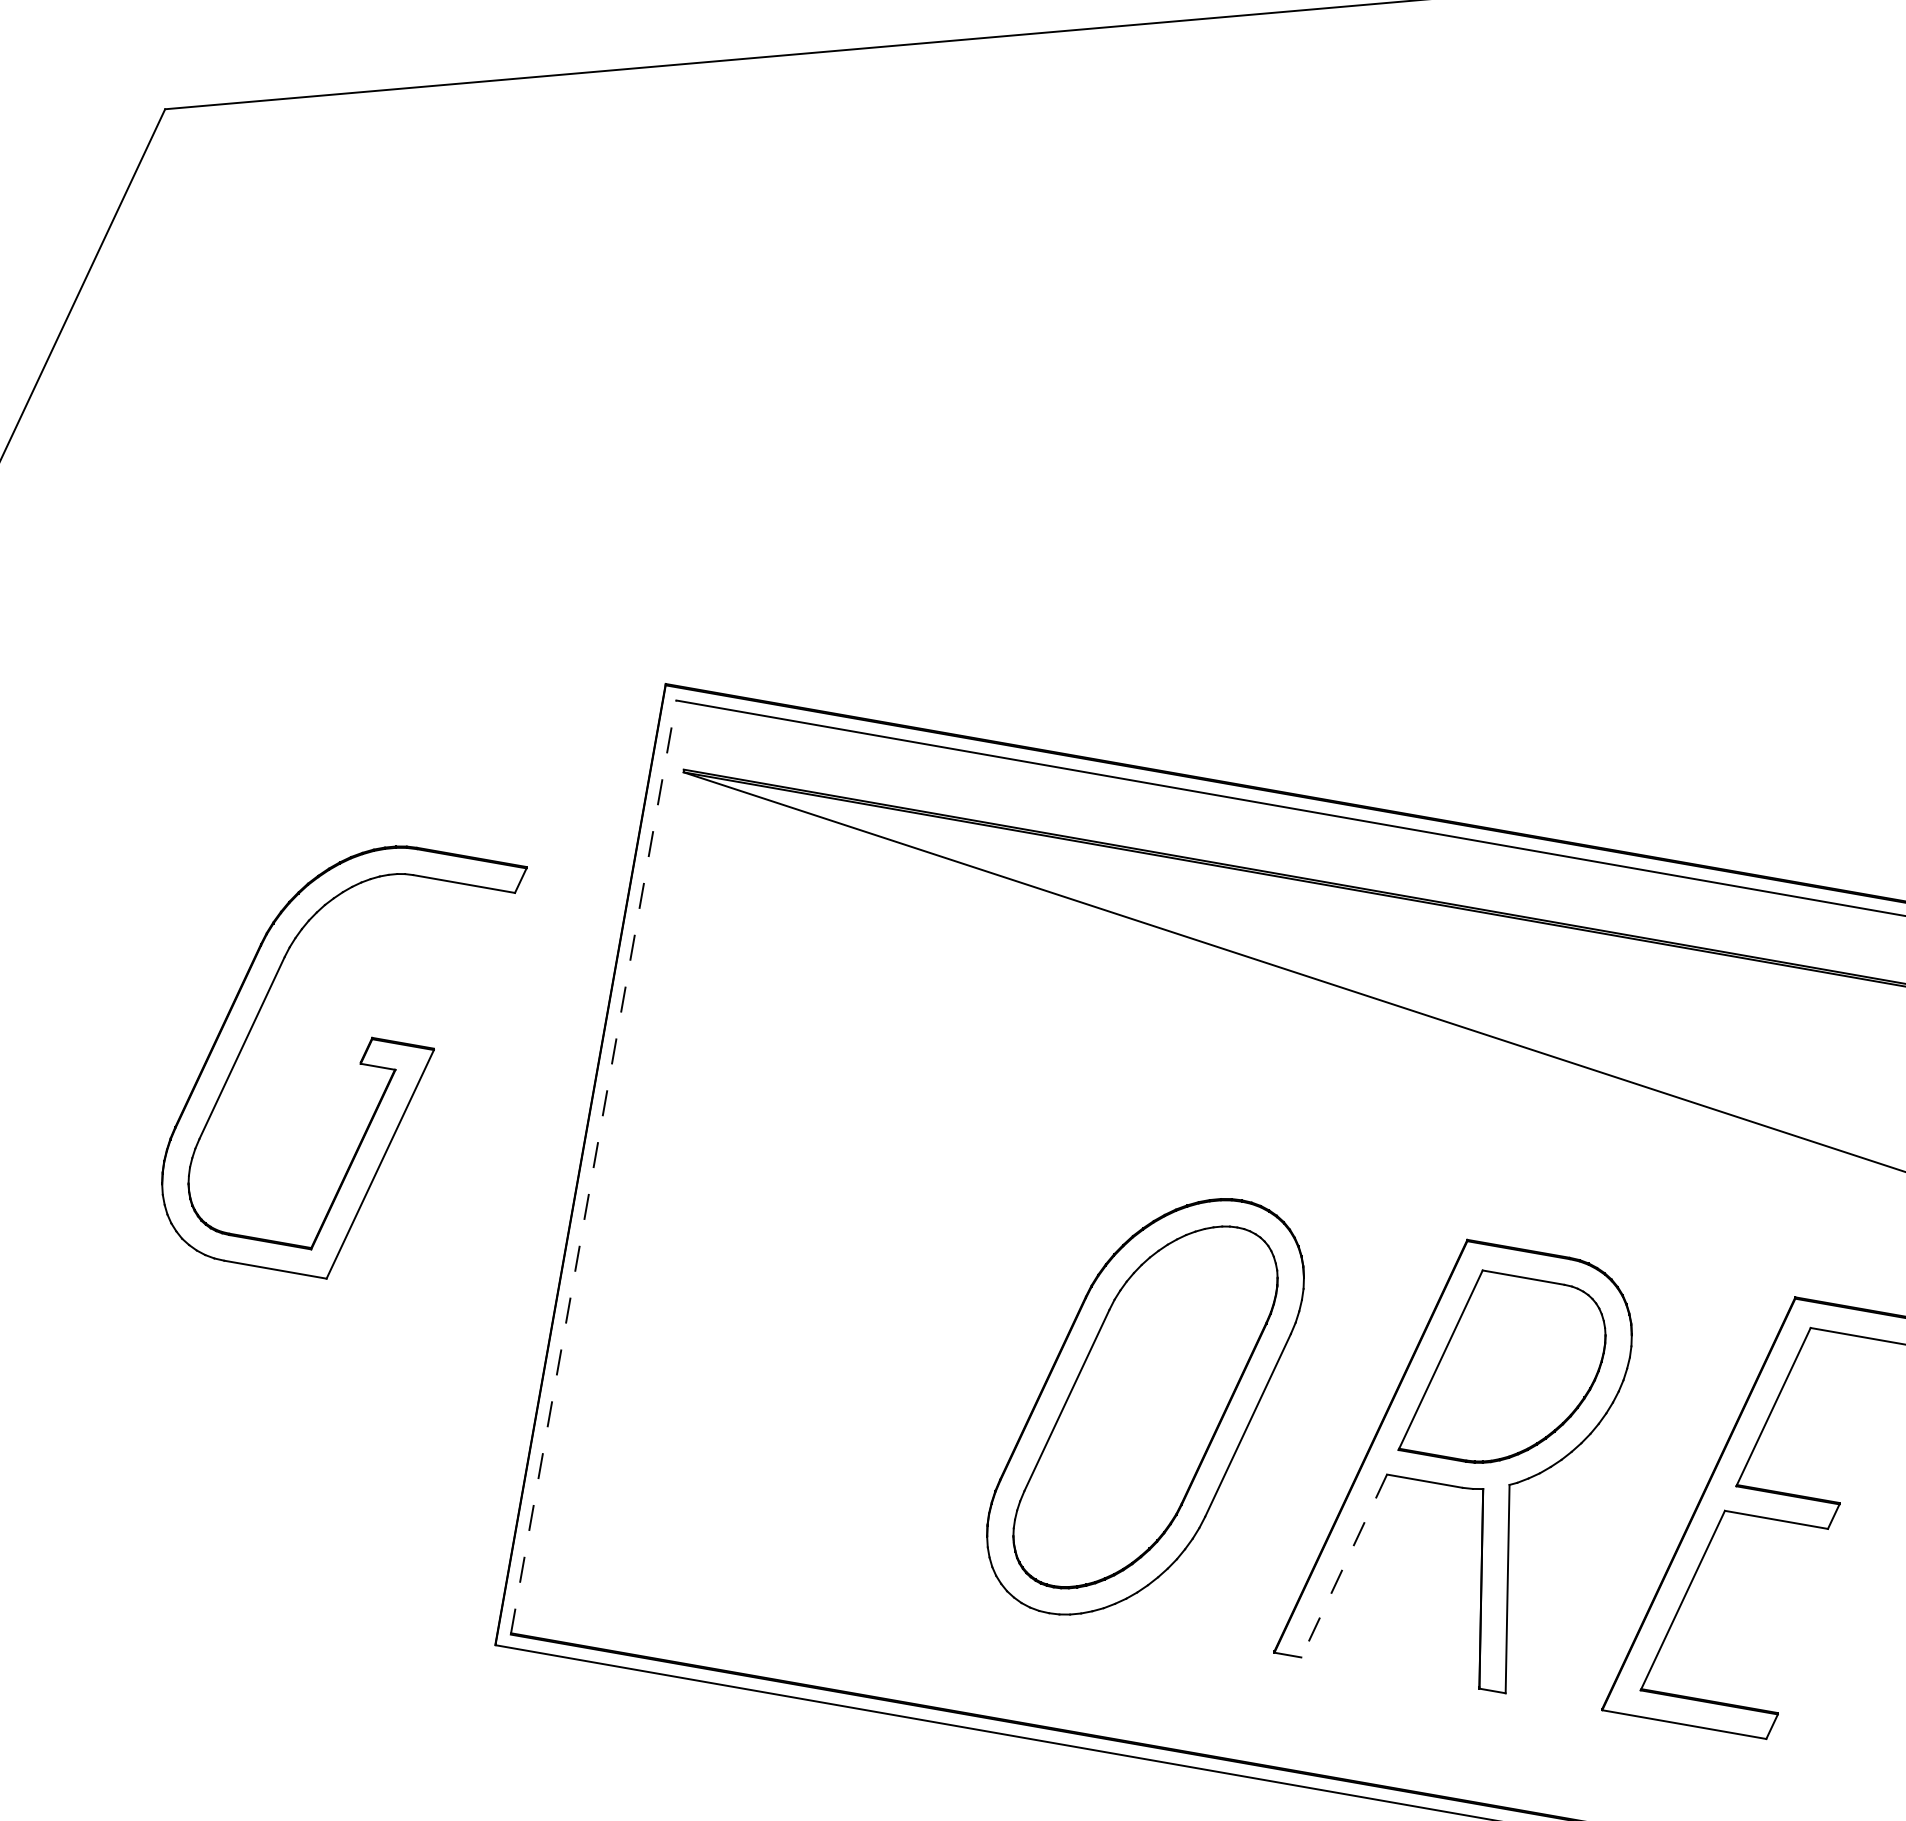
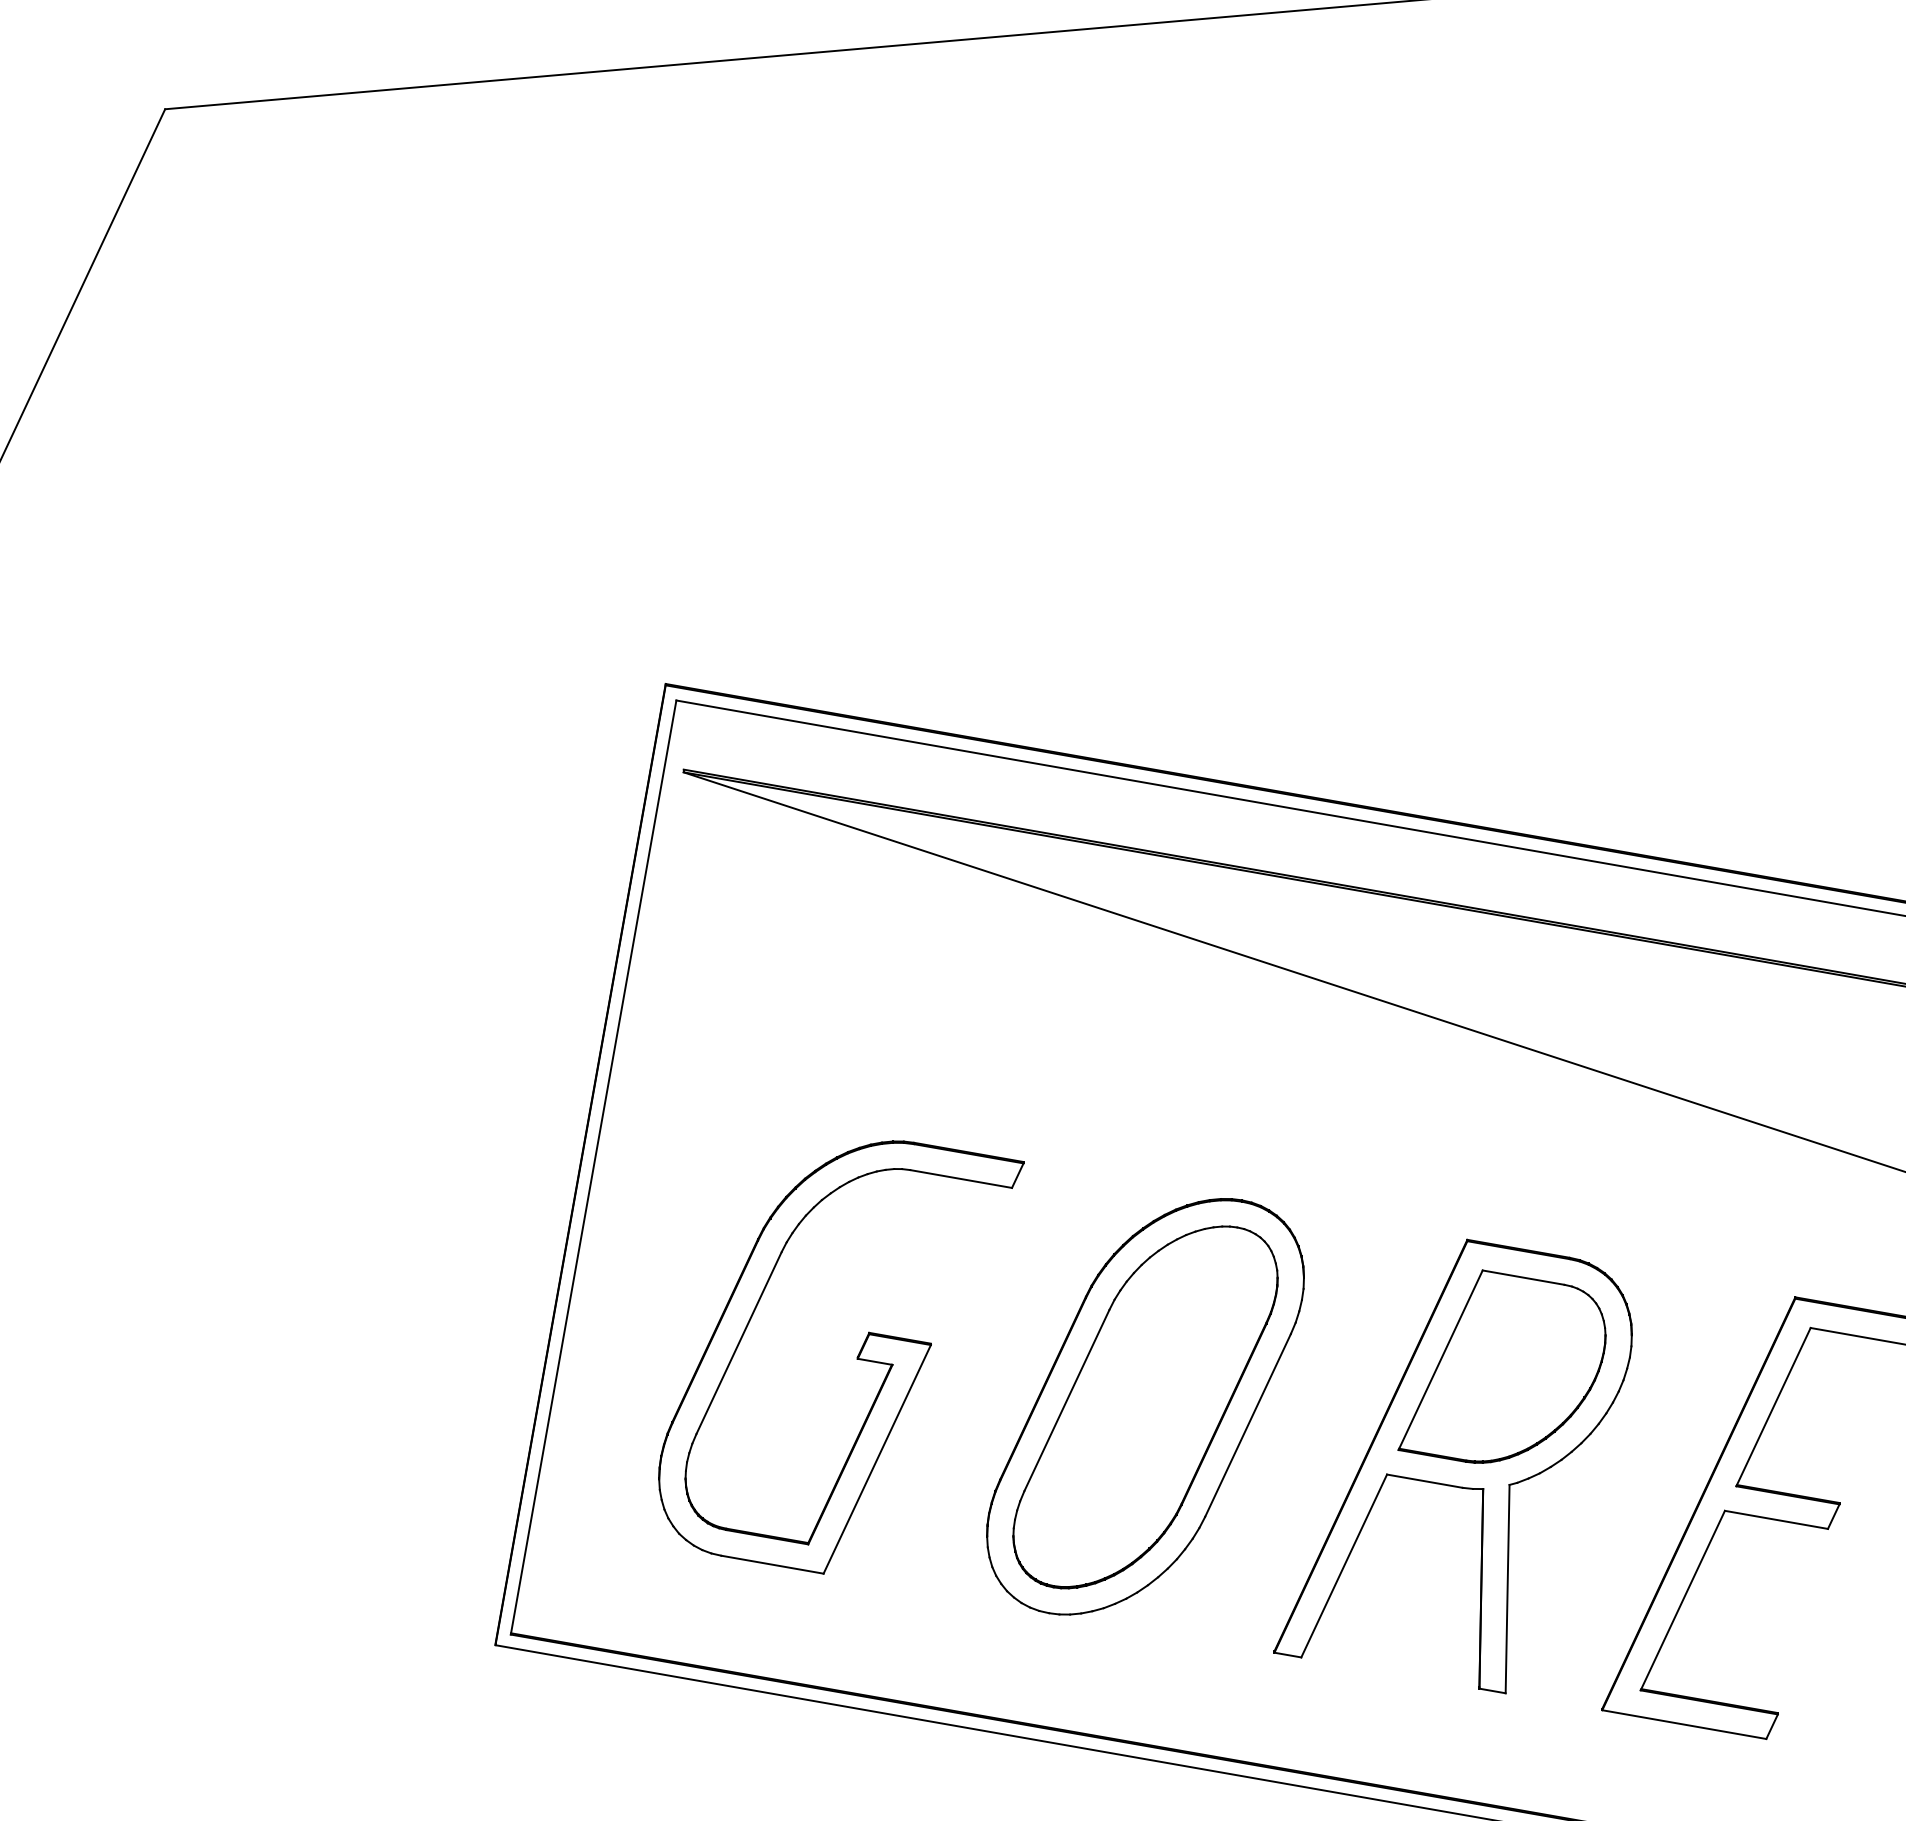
part at (359, 1062) position: (359, 1062) -> (856, 1357)
line at (593, 1167): dashed -> solid
line at (1344, 1566): dashed -> solid
